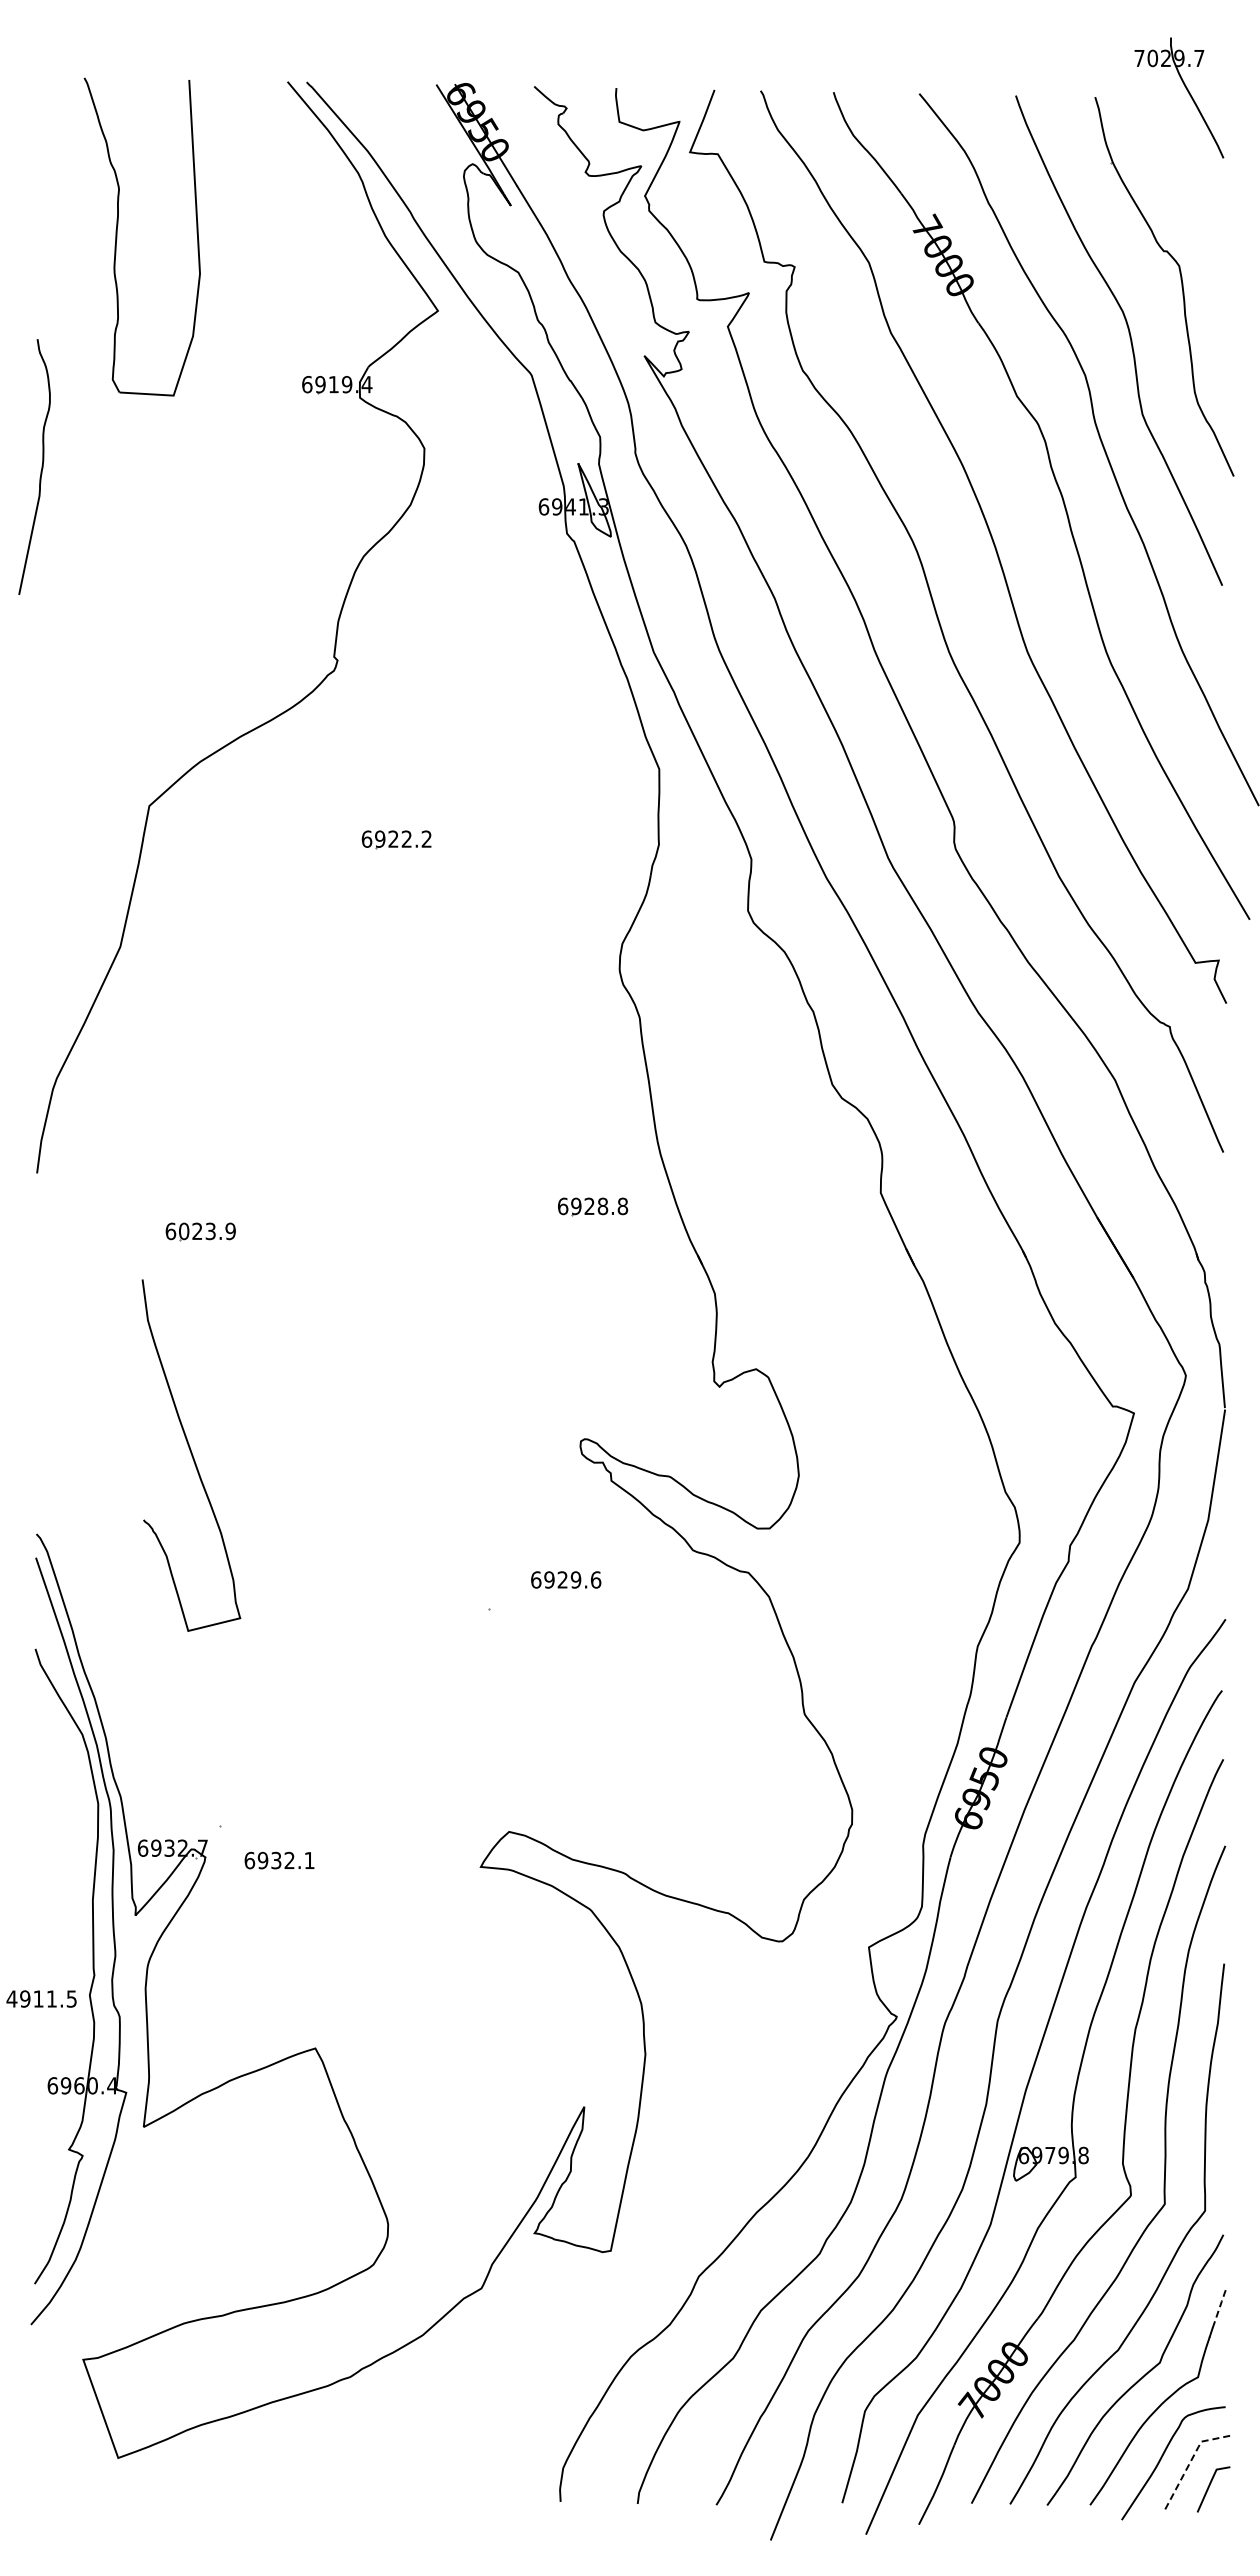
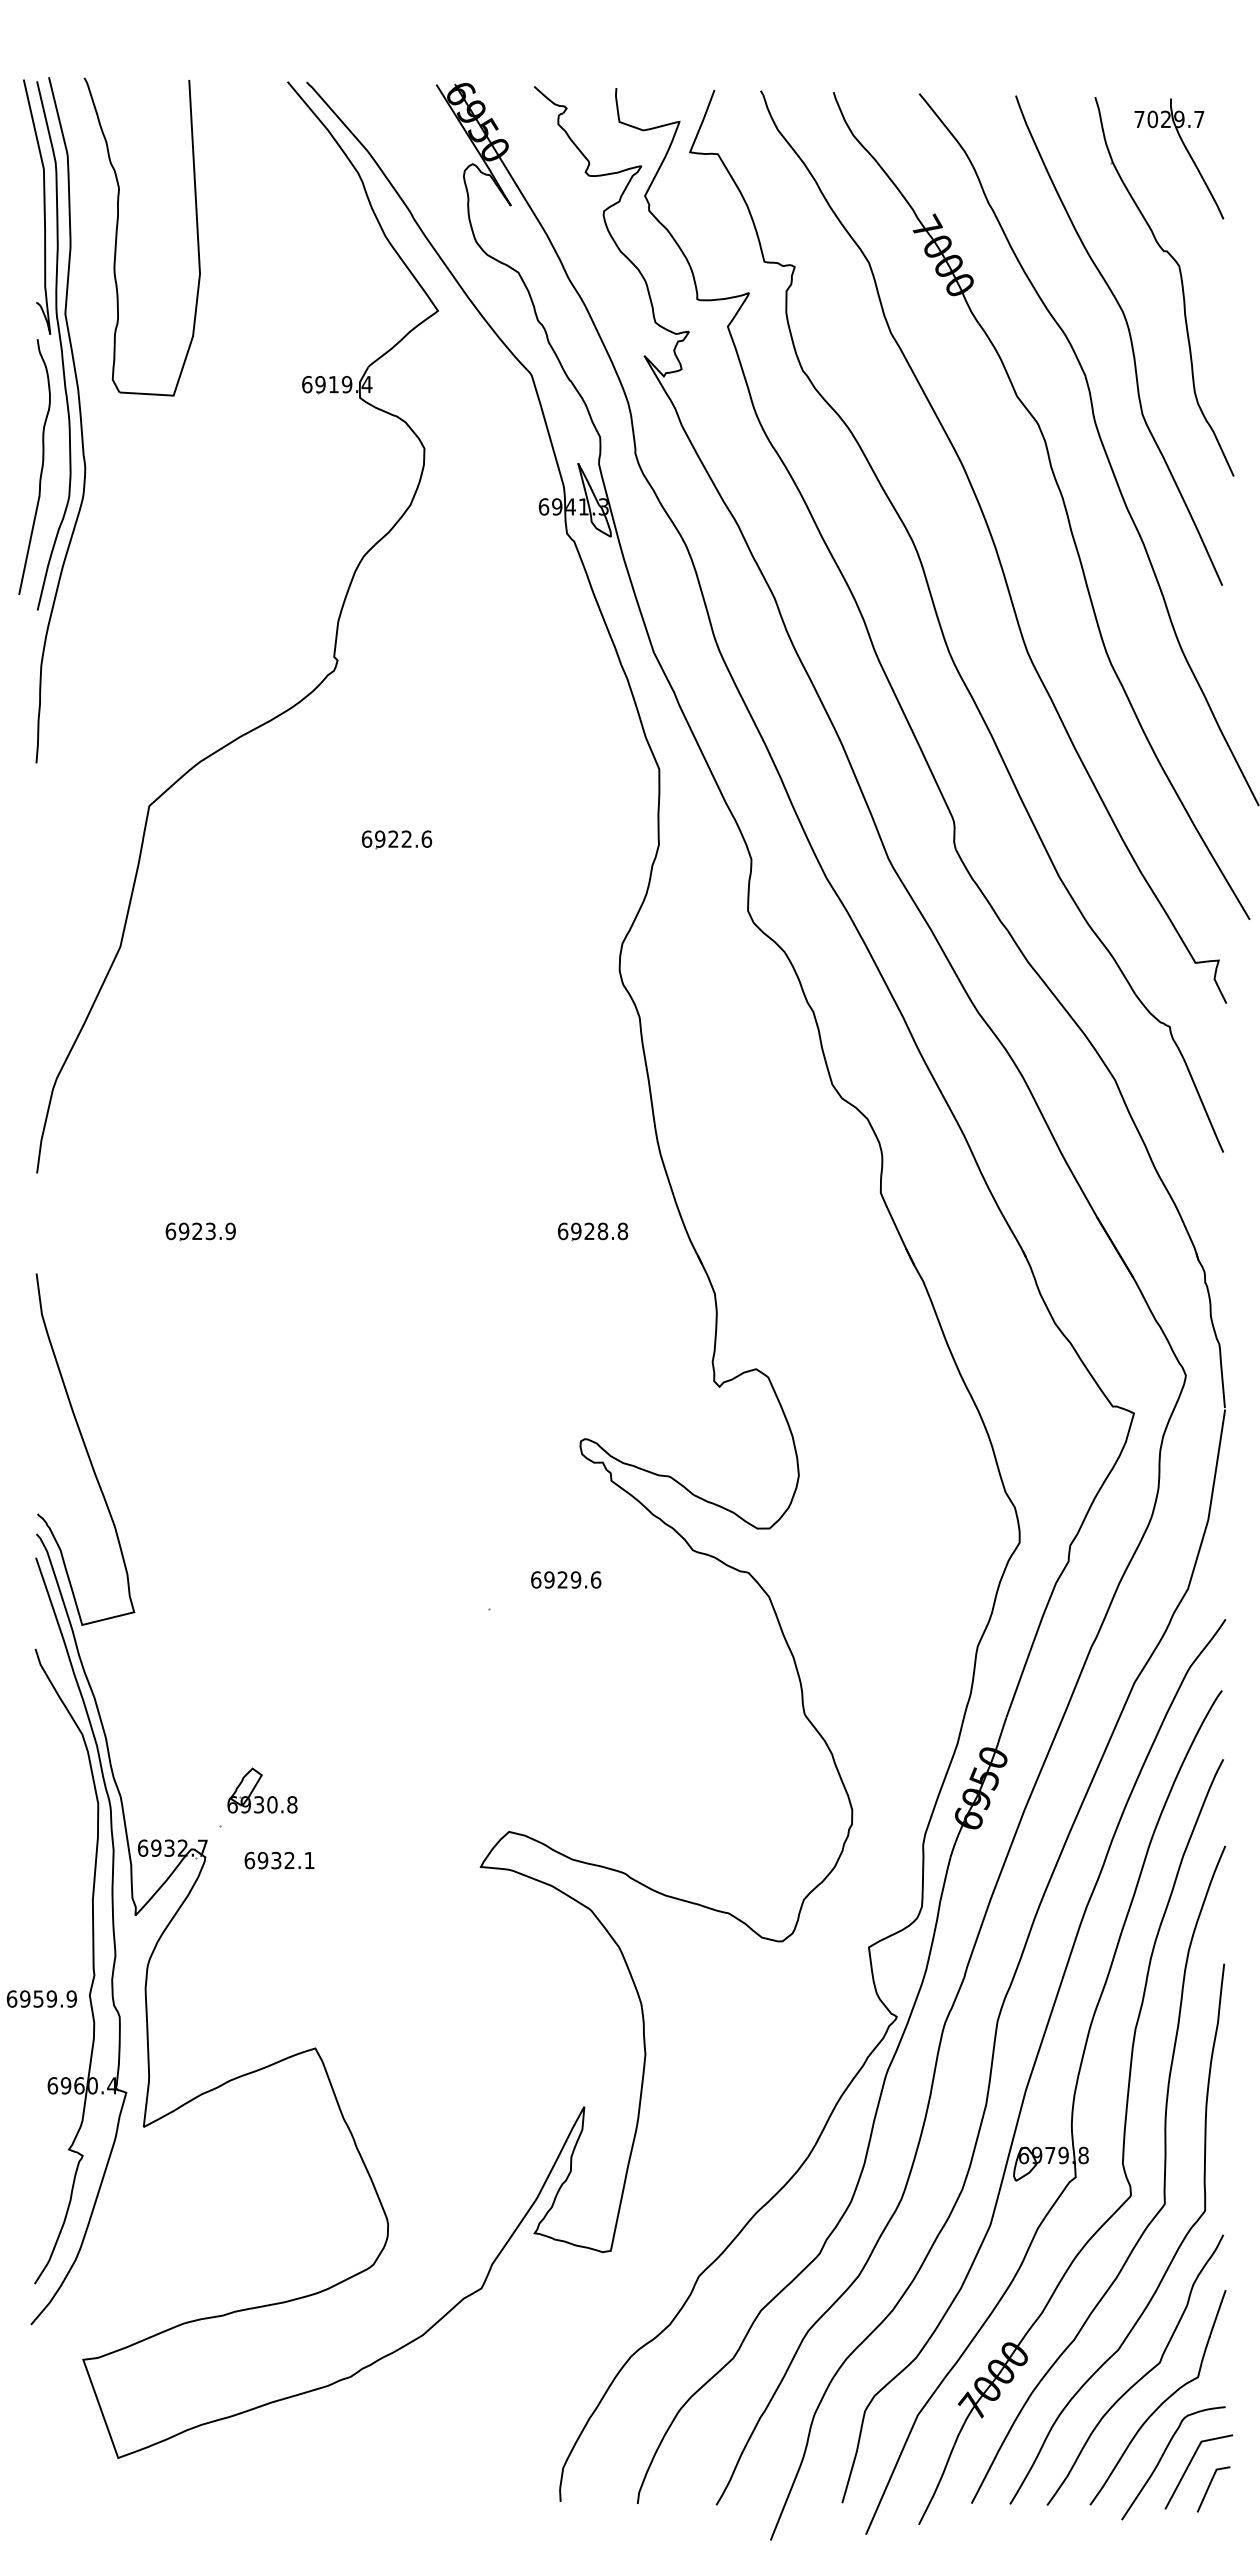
part at (1188, 93) position: (1188, 93) -> (1188, 154)
part at (68, 420): none -> present
text at (426, 838): 6922.2 -> 6922.6
part at (593, 1206) position: (593, 1206) -> (593, 1231)
text at (183, 1231): 6023.9 -> 6923.9
curve at (191, 1455) position: (191, 1455) -> (85, 1449)
part at (261, 1796): none -> present
text at (41, 1998): 4911.5 -> 6959.9
line at (1219, 2308): dashed -> solid
line at (1191, 2459): dashed -> solid
